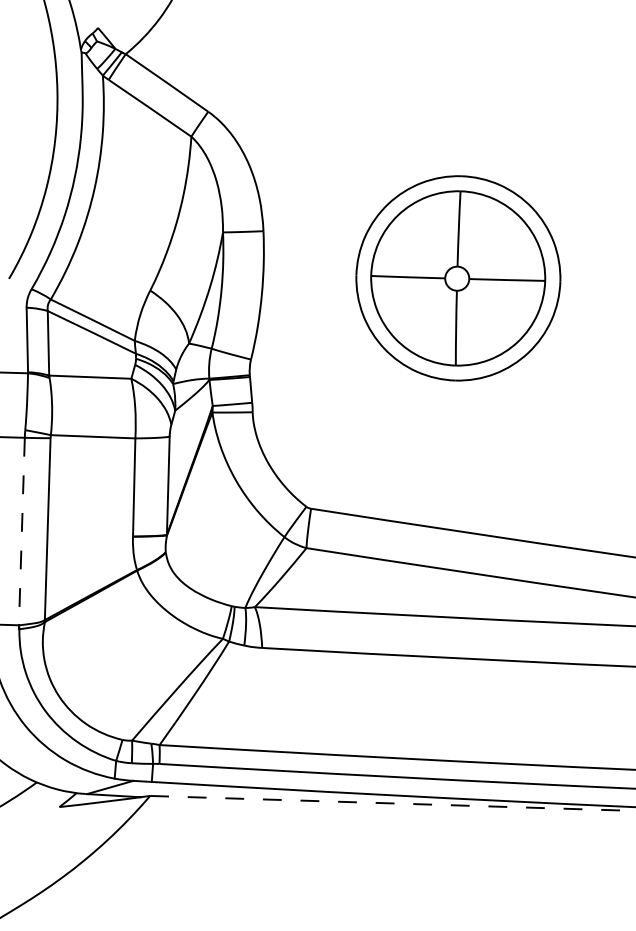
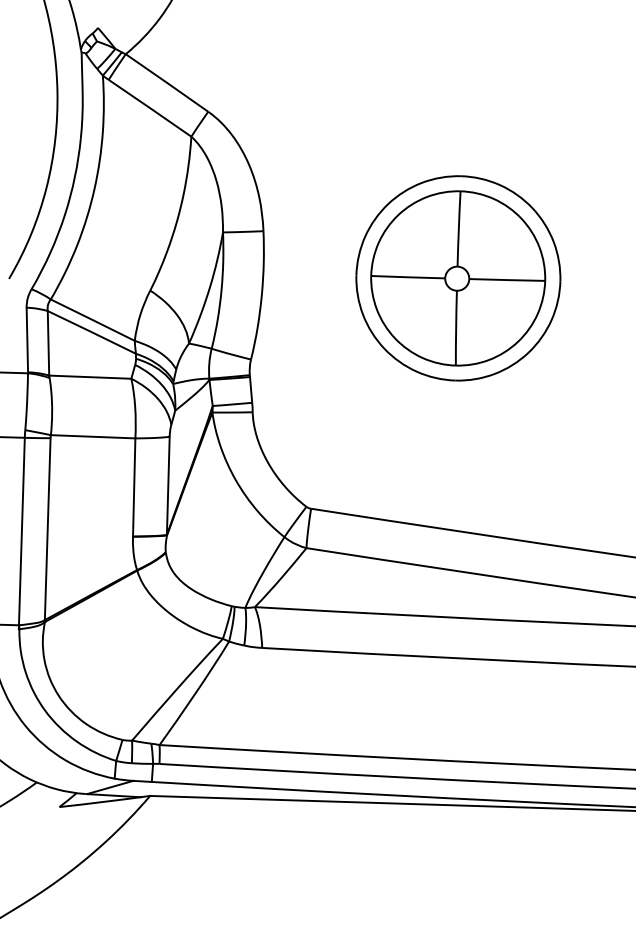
line at (21, 531): dashed -> solid
line at (392, 803): dashed -> solid
